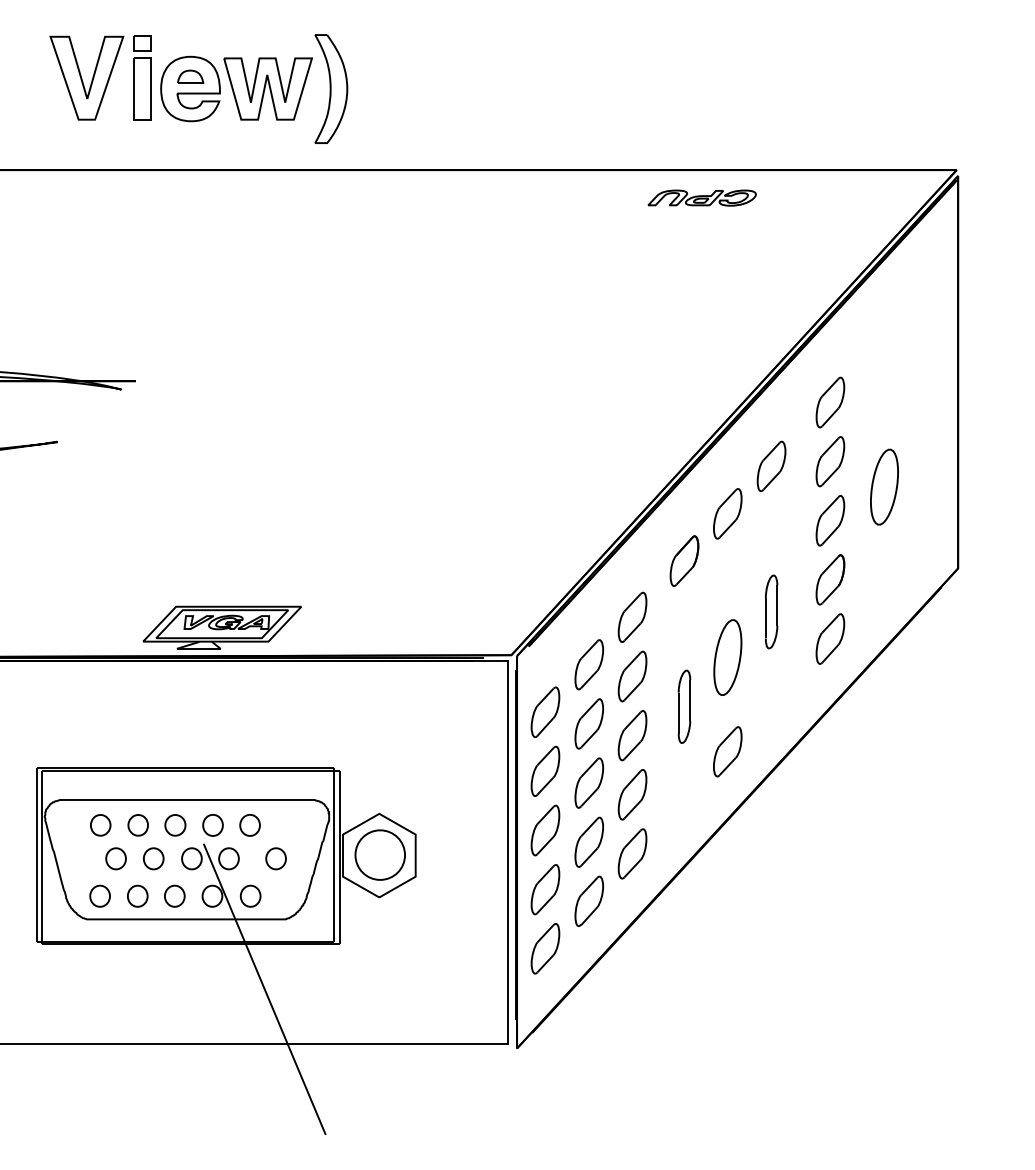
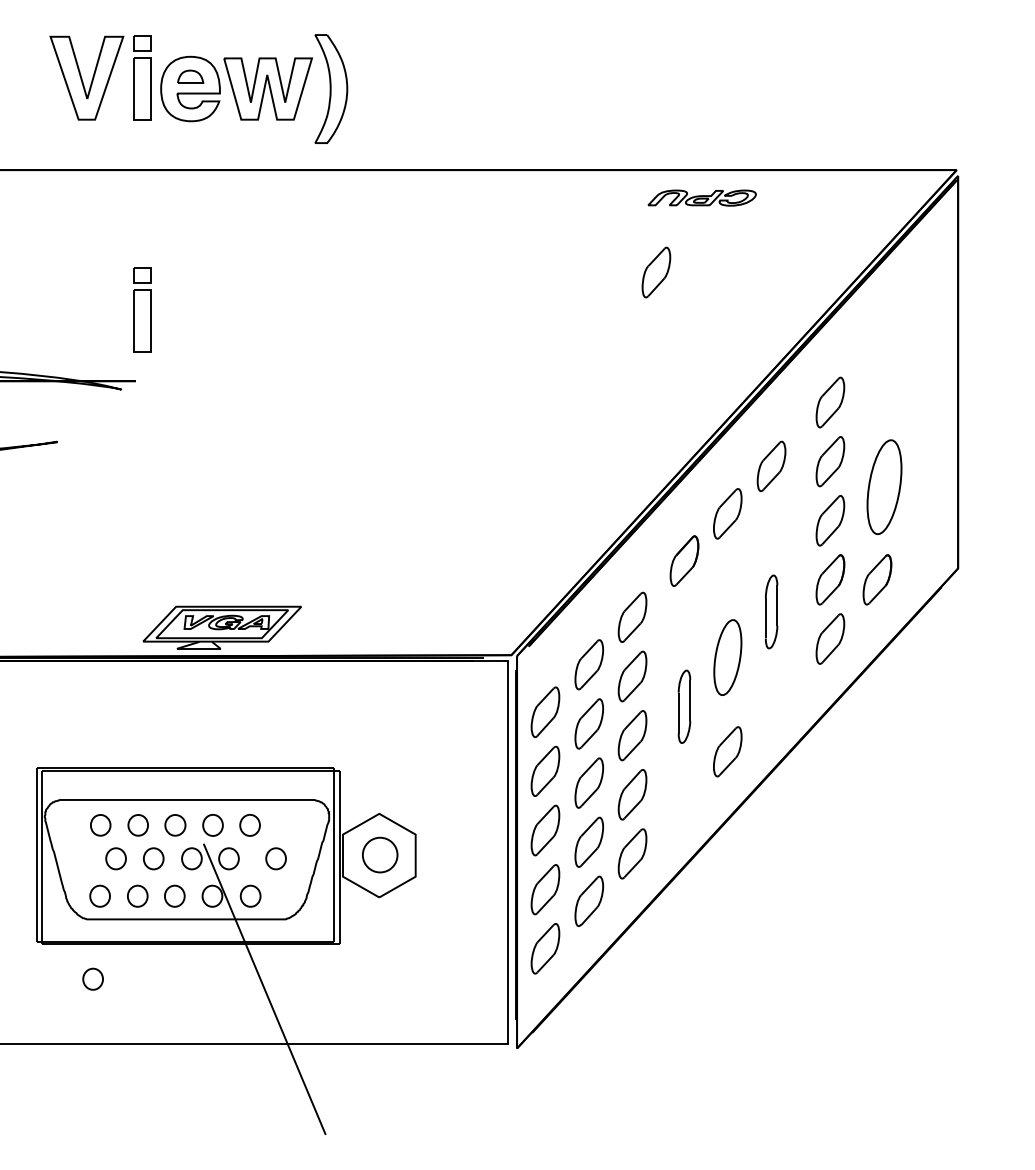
part at (656, 272): none -> present
part at (142, 309): none -> present
part at (884, 486) size: 29x78 px -> 37x96 px
part at (877, 579): none -> present
part at (379, 854) size: 52x52 px -> 37x38 px
part at (92, 978): none -> present
